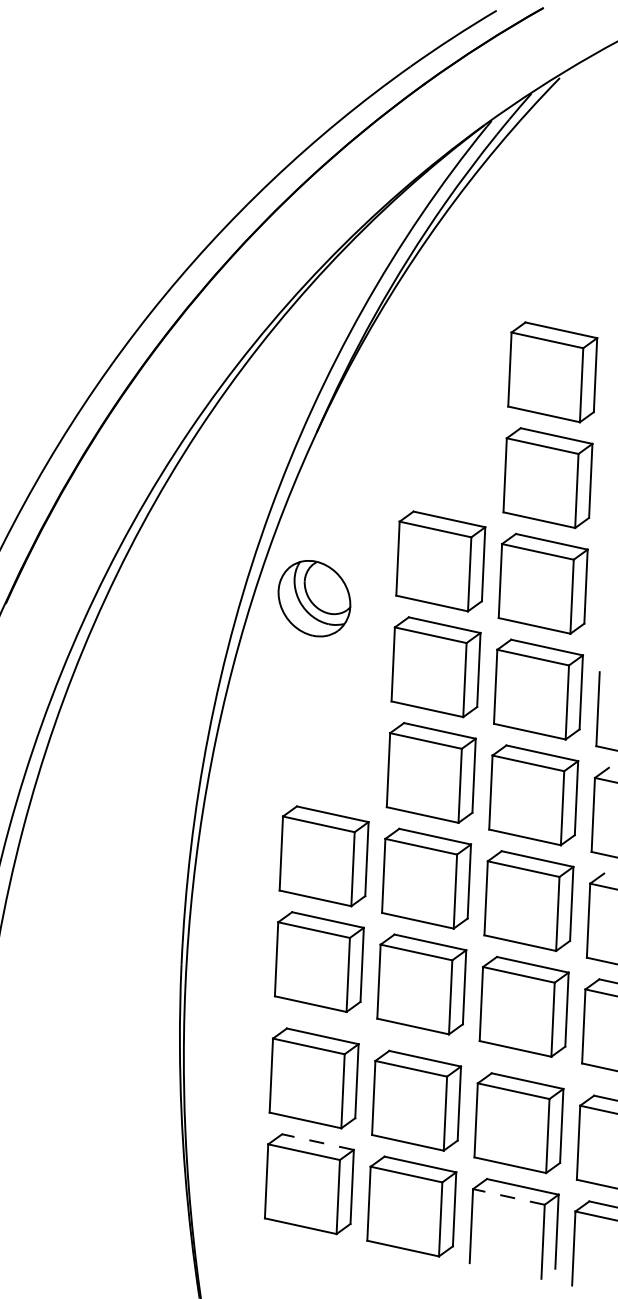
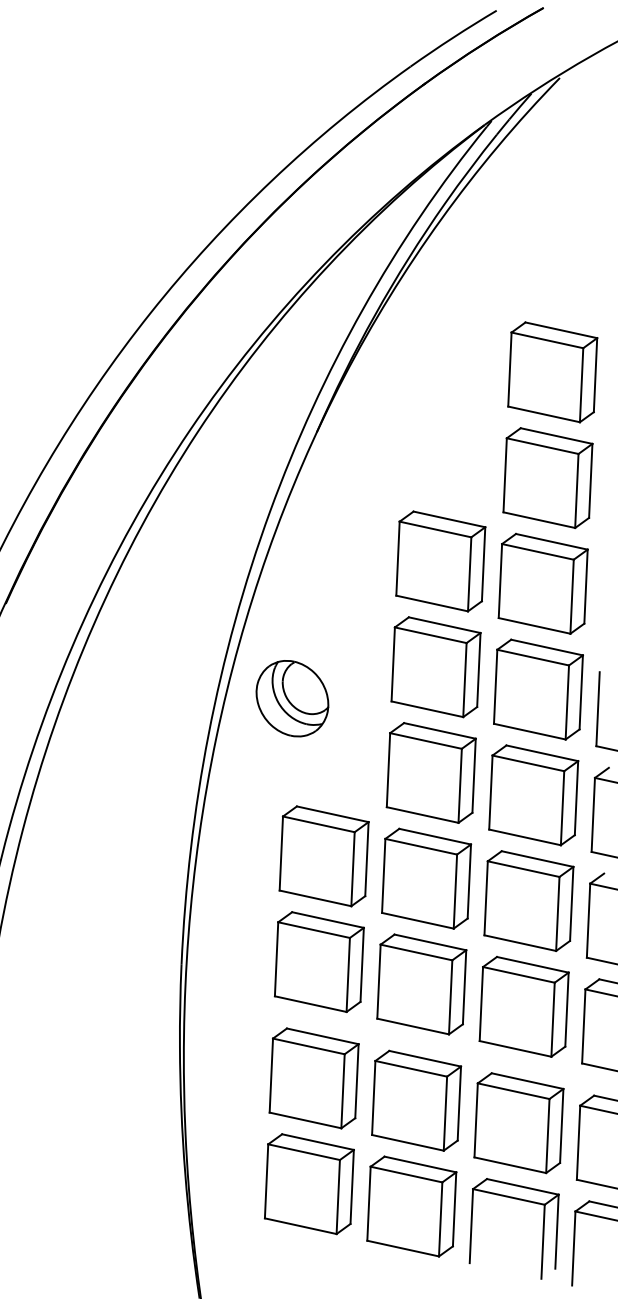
part at (314, 598) position: (314, 598) -> (292, 698)
line at (318, 1142): dashed -> solid
line at (508, 1196): dashed -> solid
